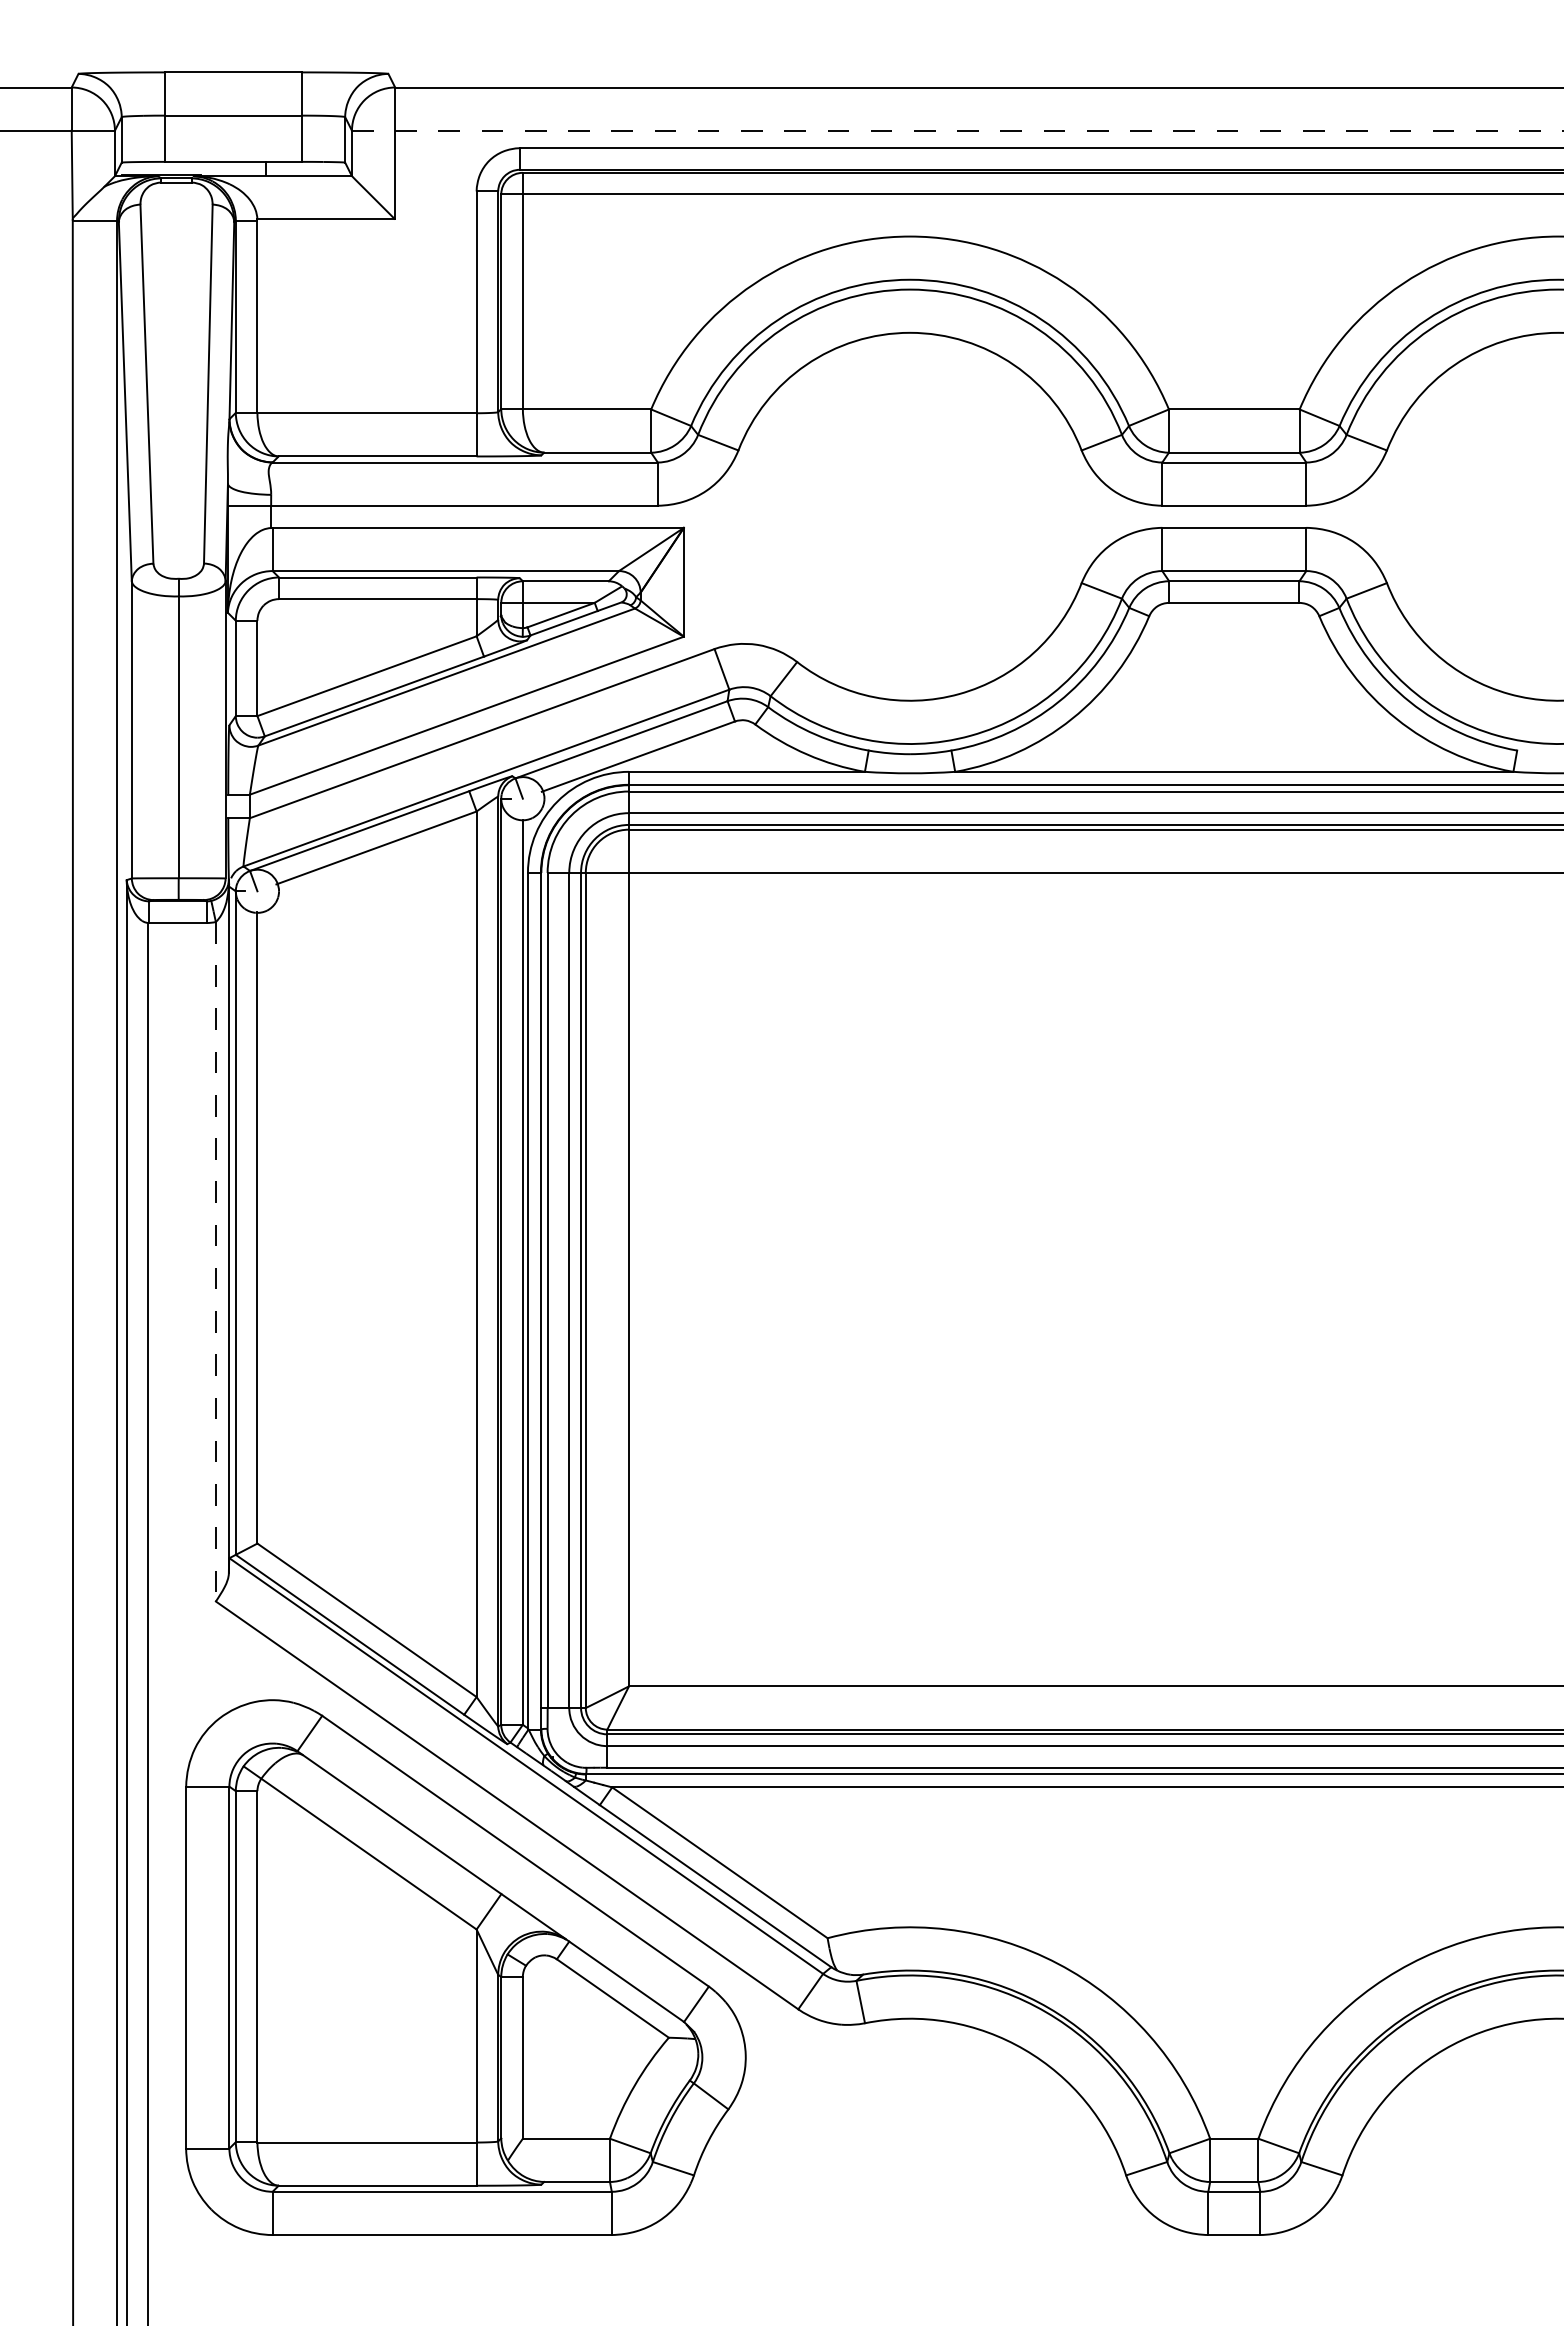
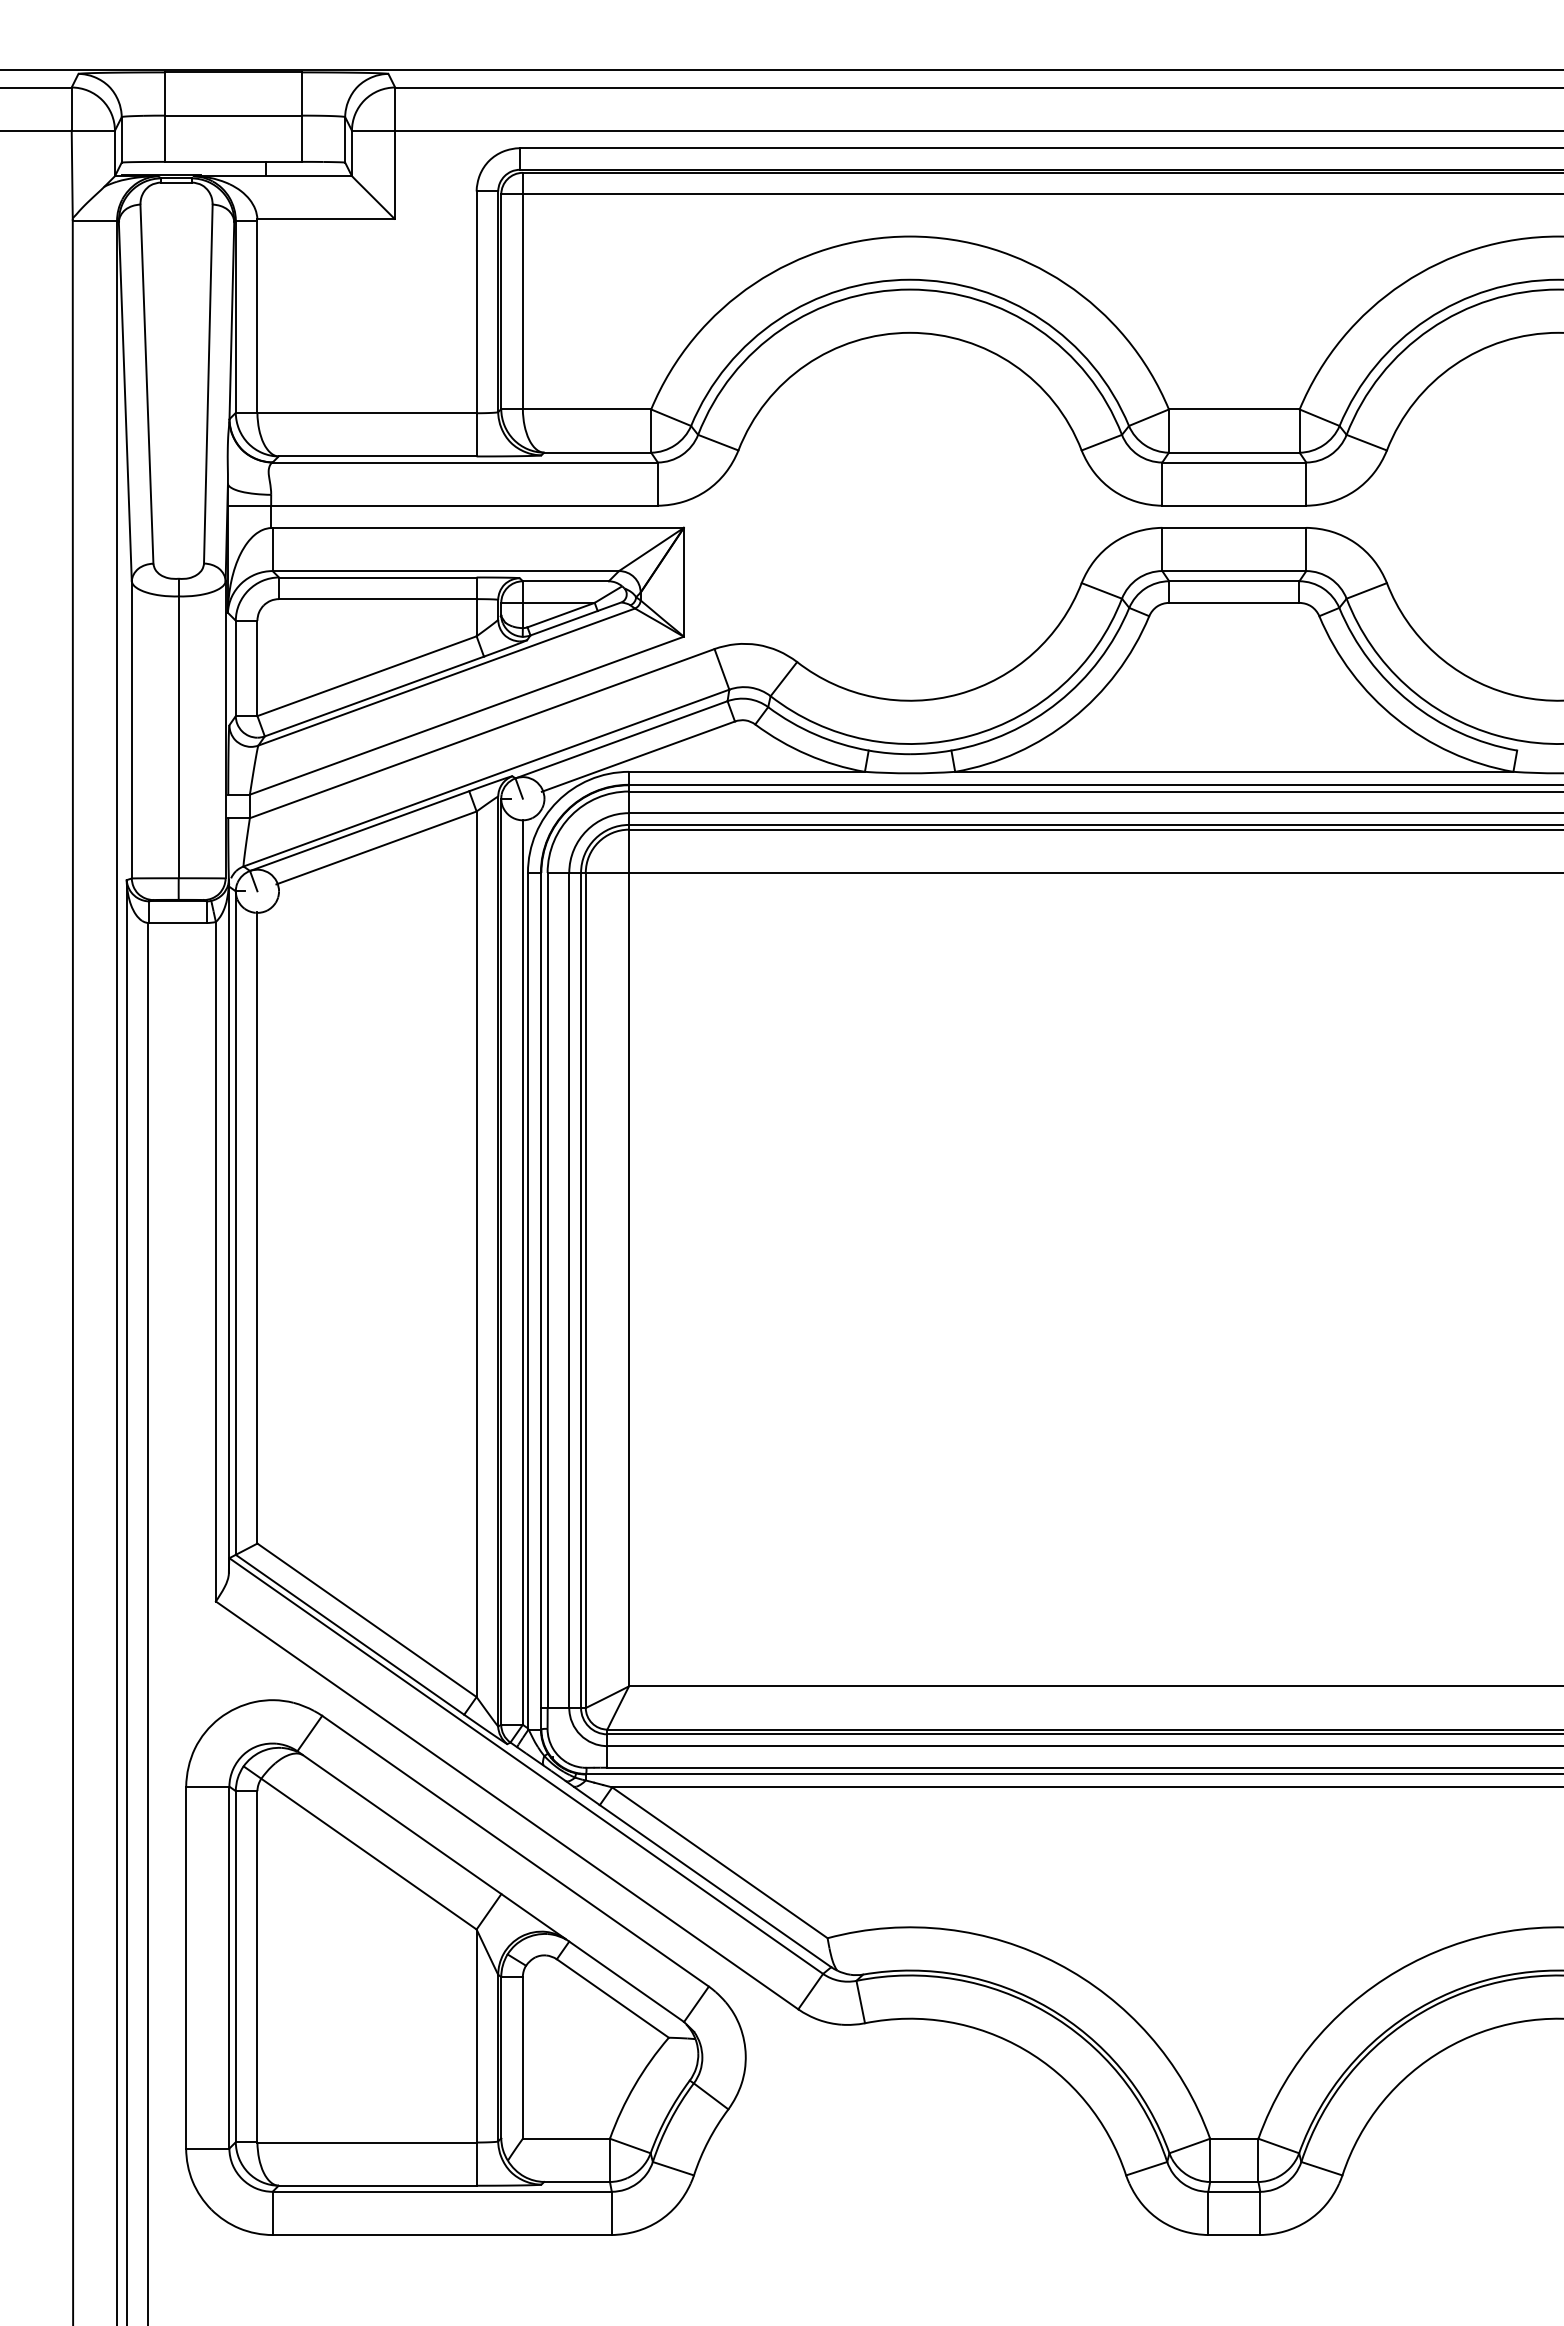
line at (781, 69): none -> present
line at (957, 130): dashed -> solid
line at (215, 1261): dashed -> solid
